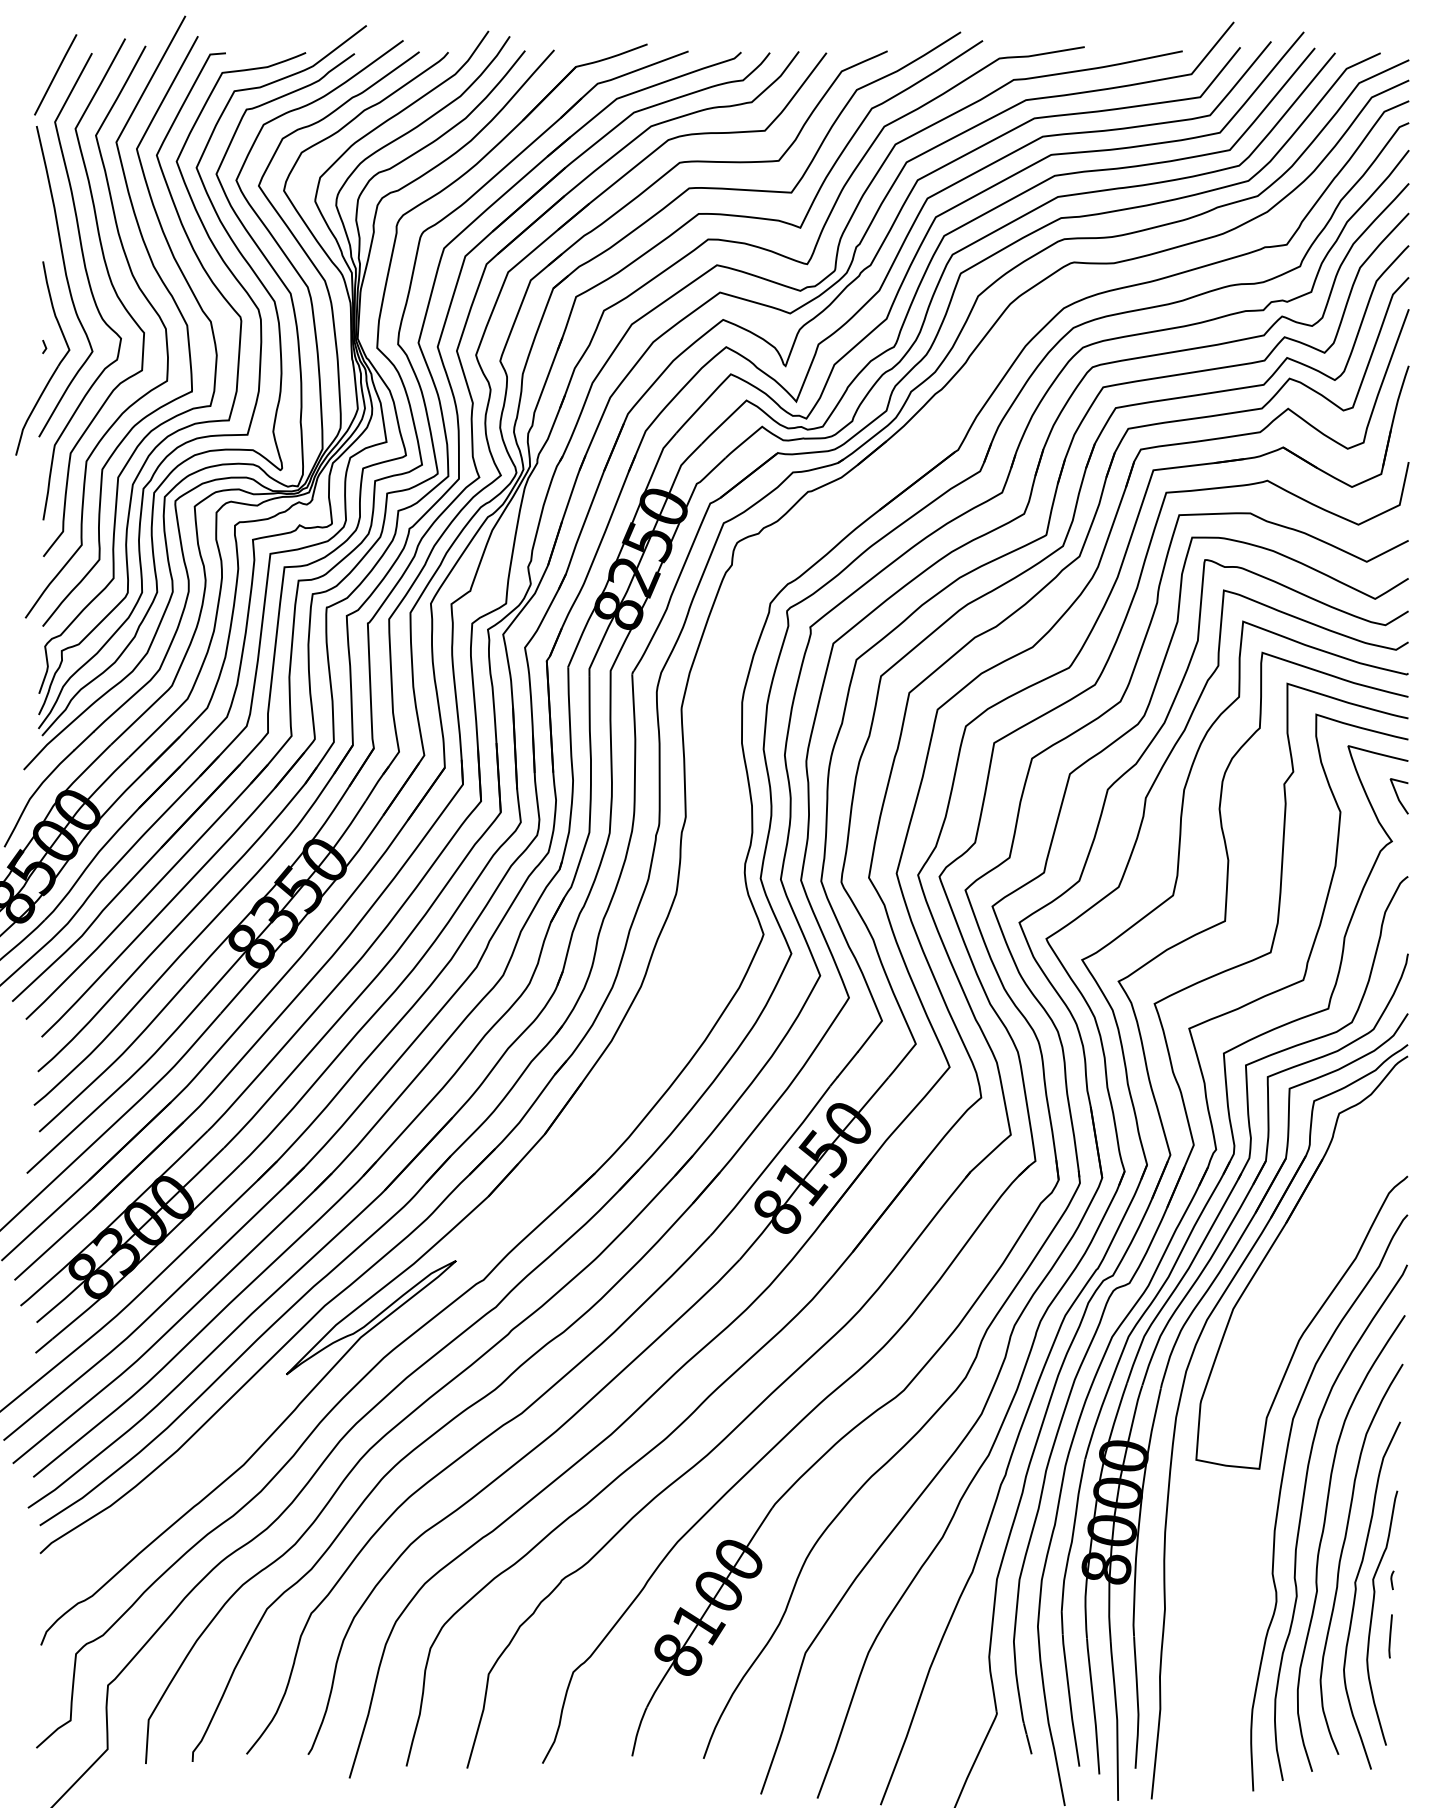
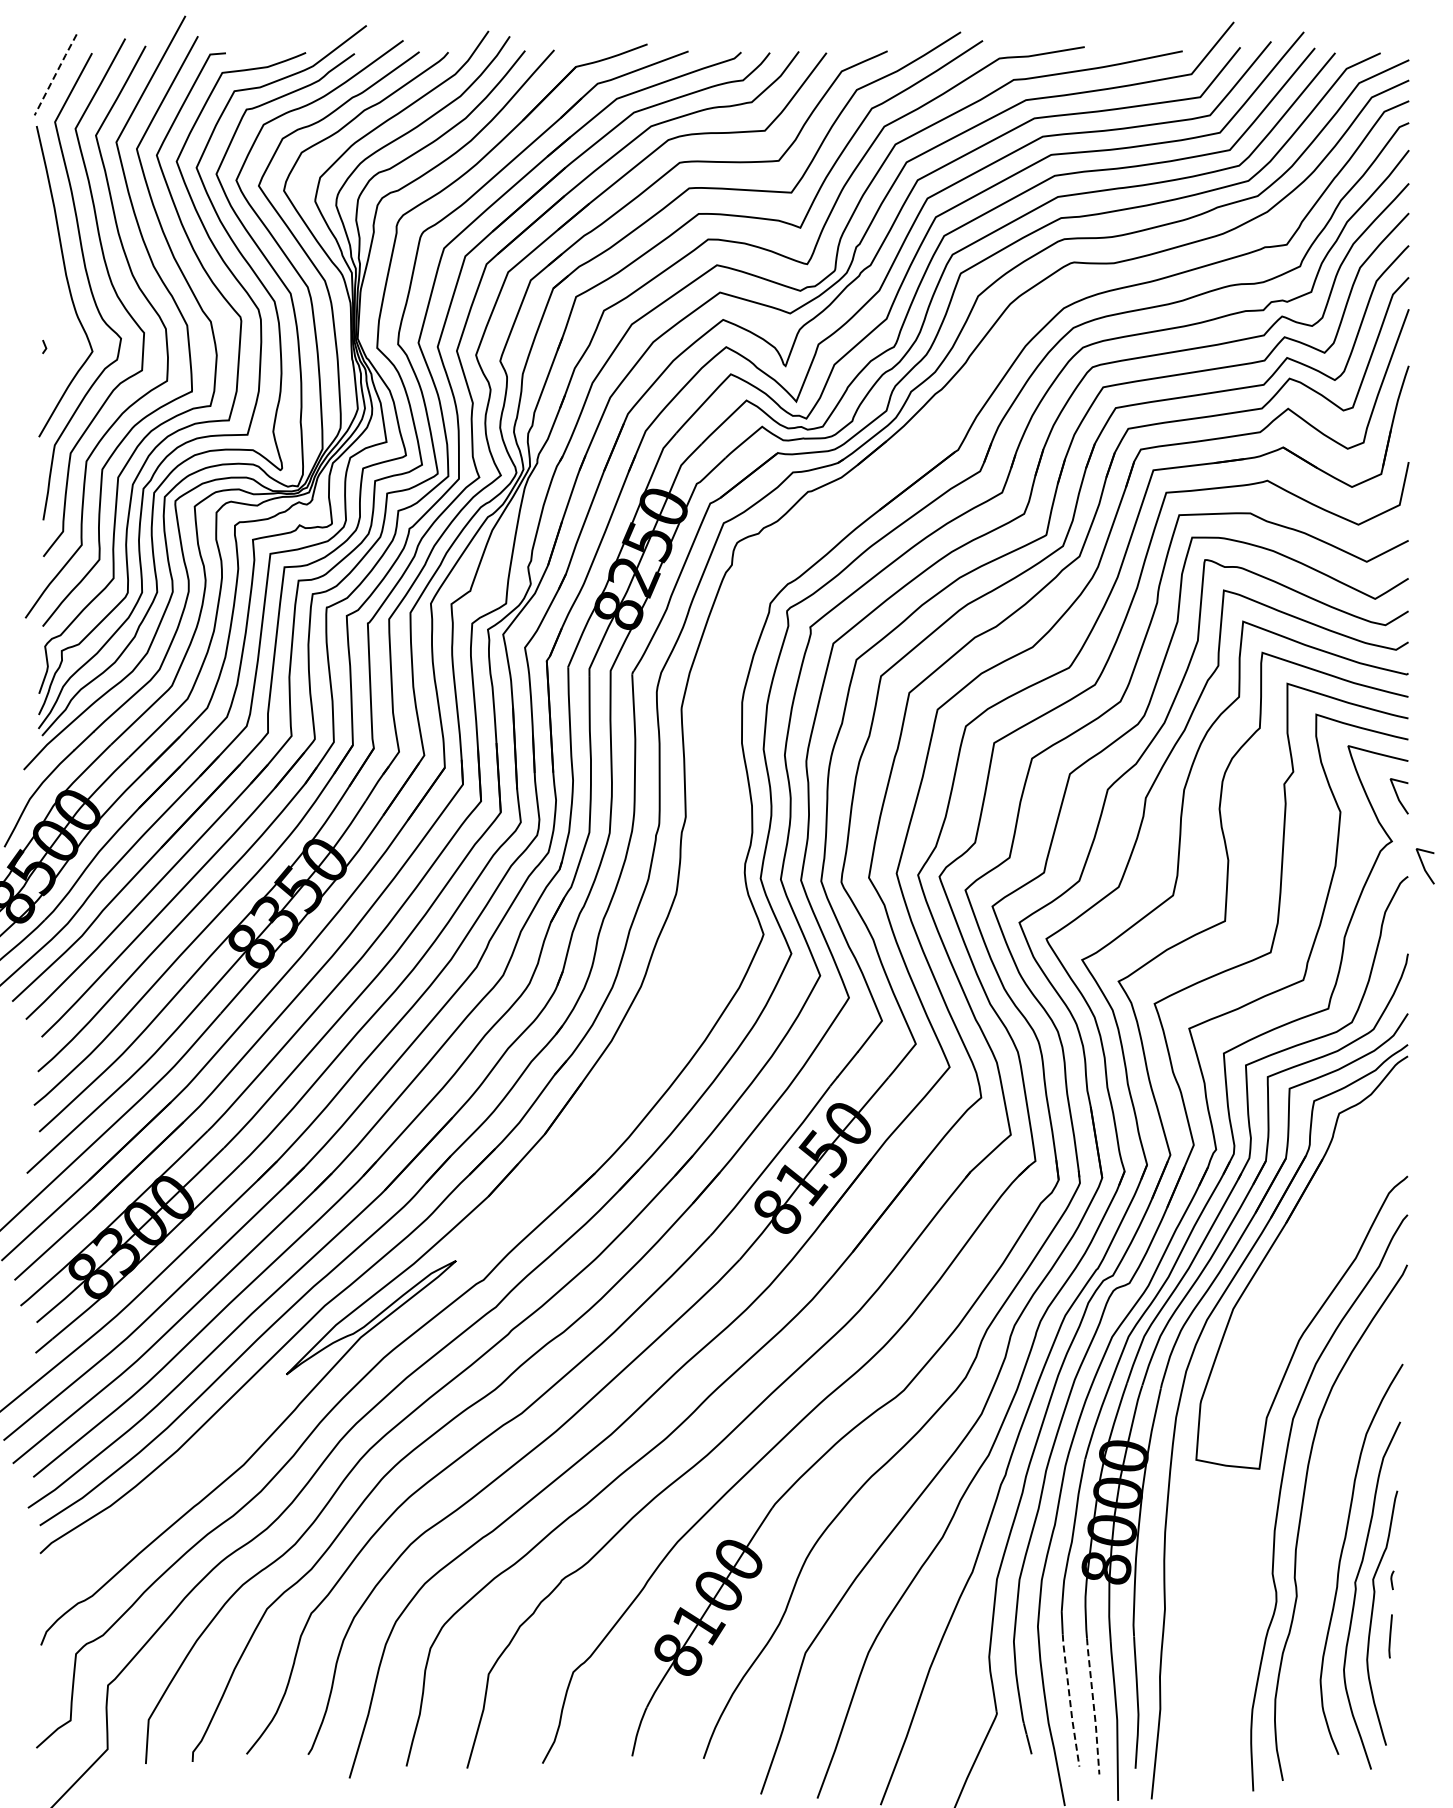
line at (56, 73): solid -> dashed
part at (55, 368): present -> none
curve at (1424, 866): none -> present
curve at (1322, 1539): present -> none
line at (1070, 1700): solid -> dashed
line at (1093, 1706): solid -> dashed
